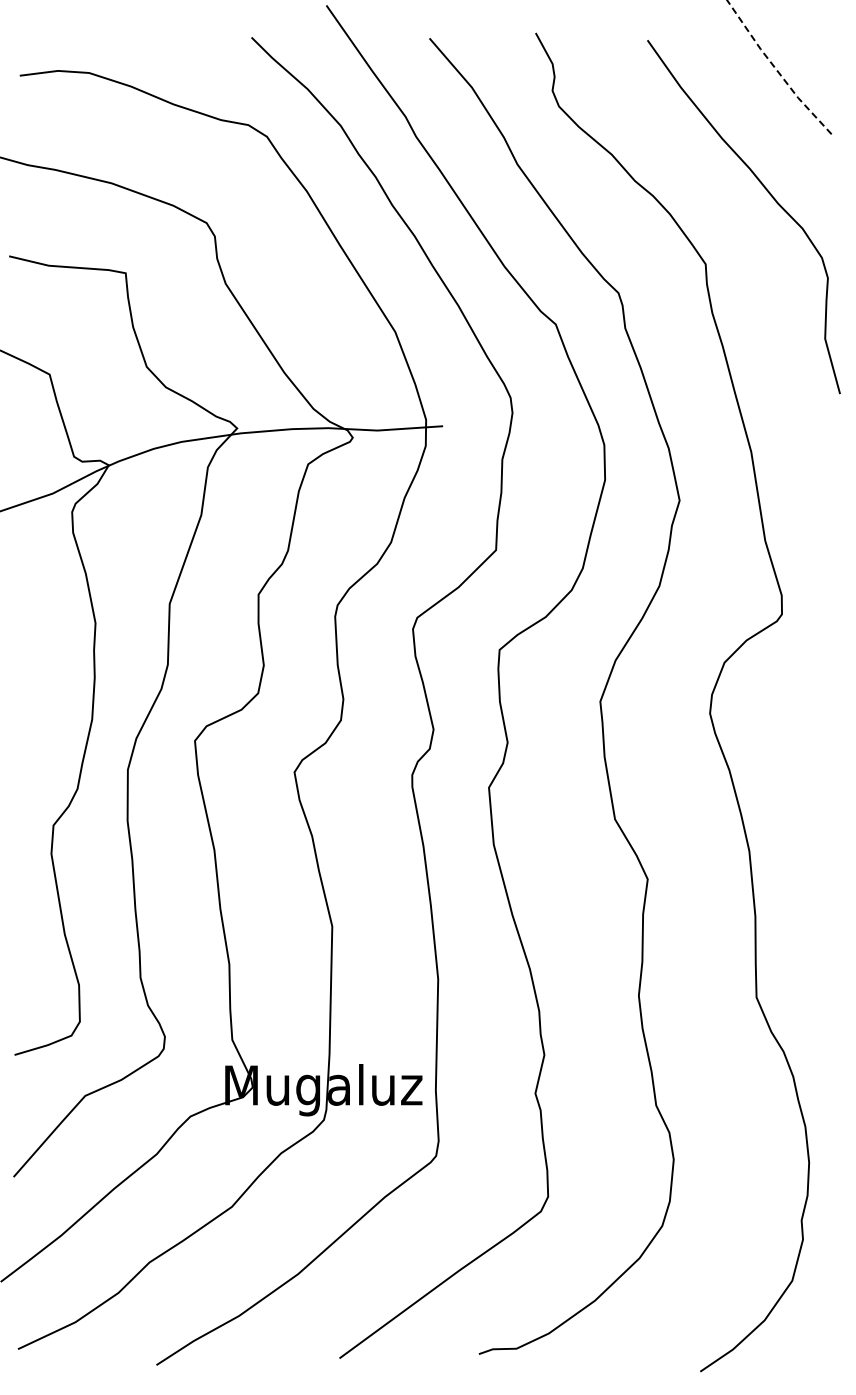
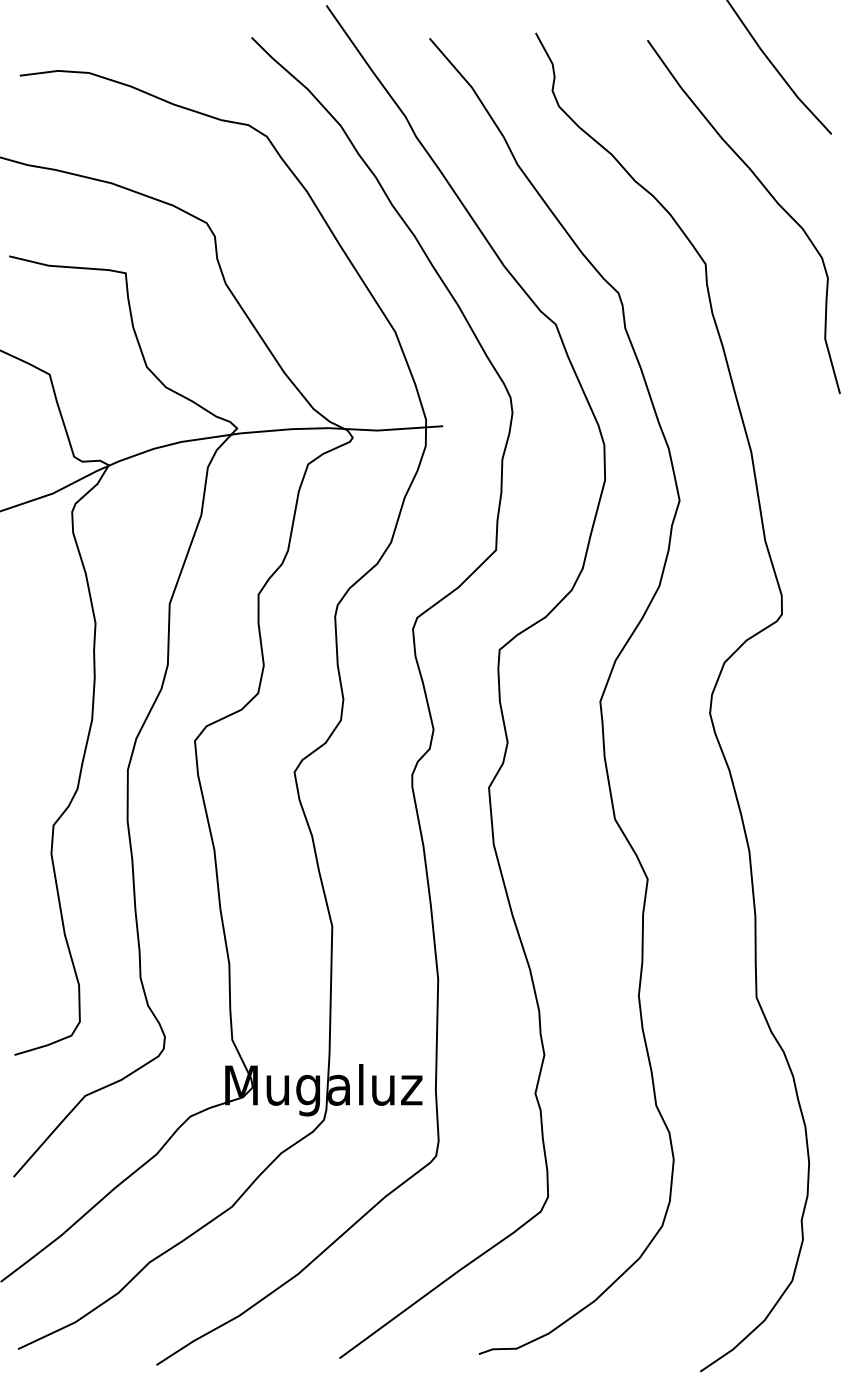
line at (776, 69): dashed -> solid
